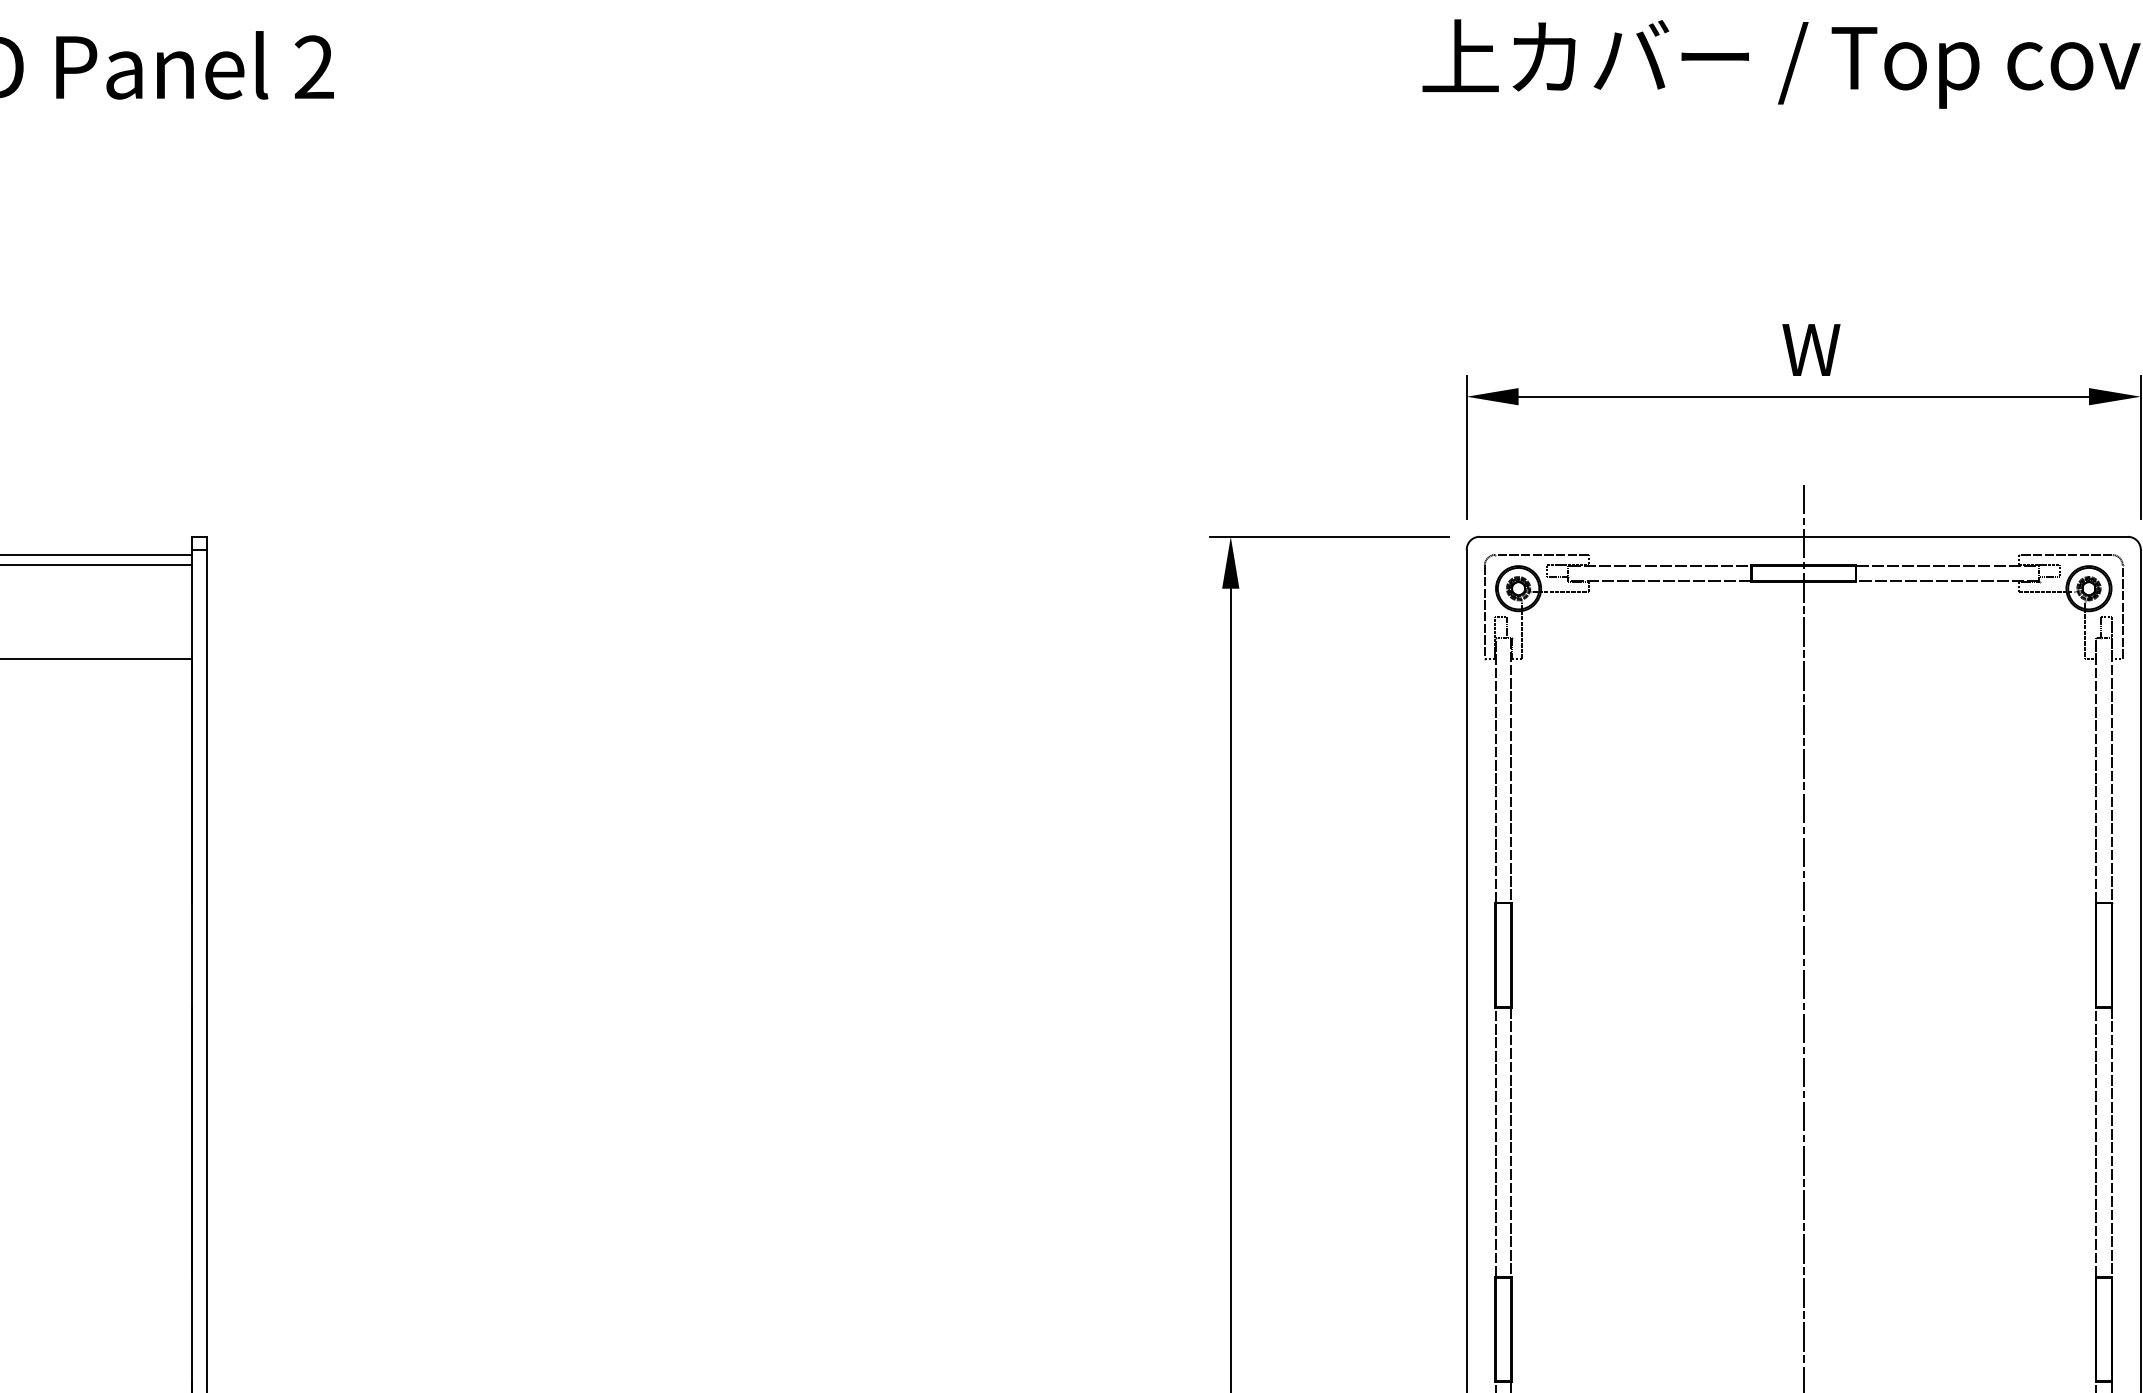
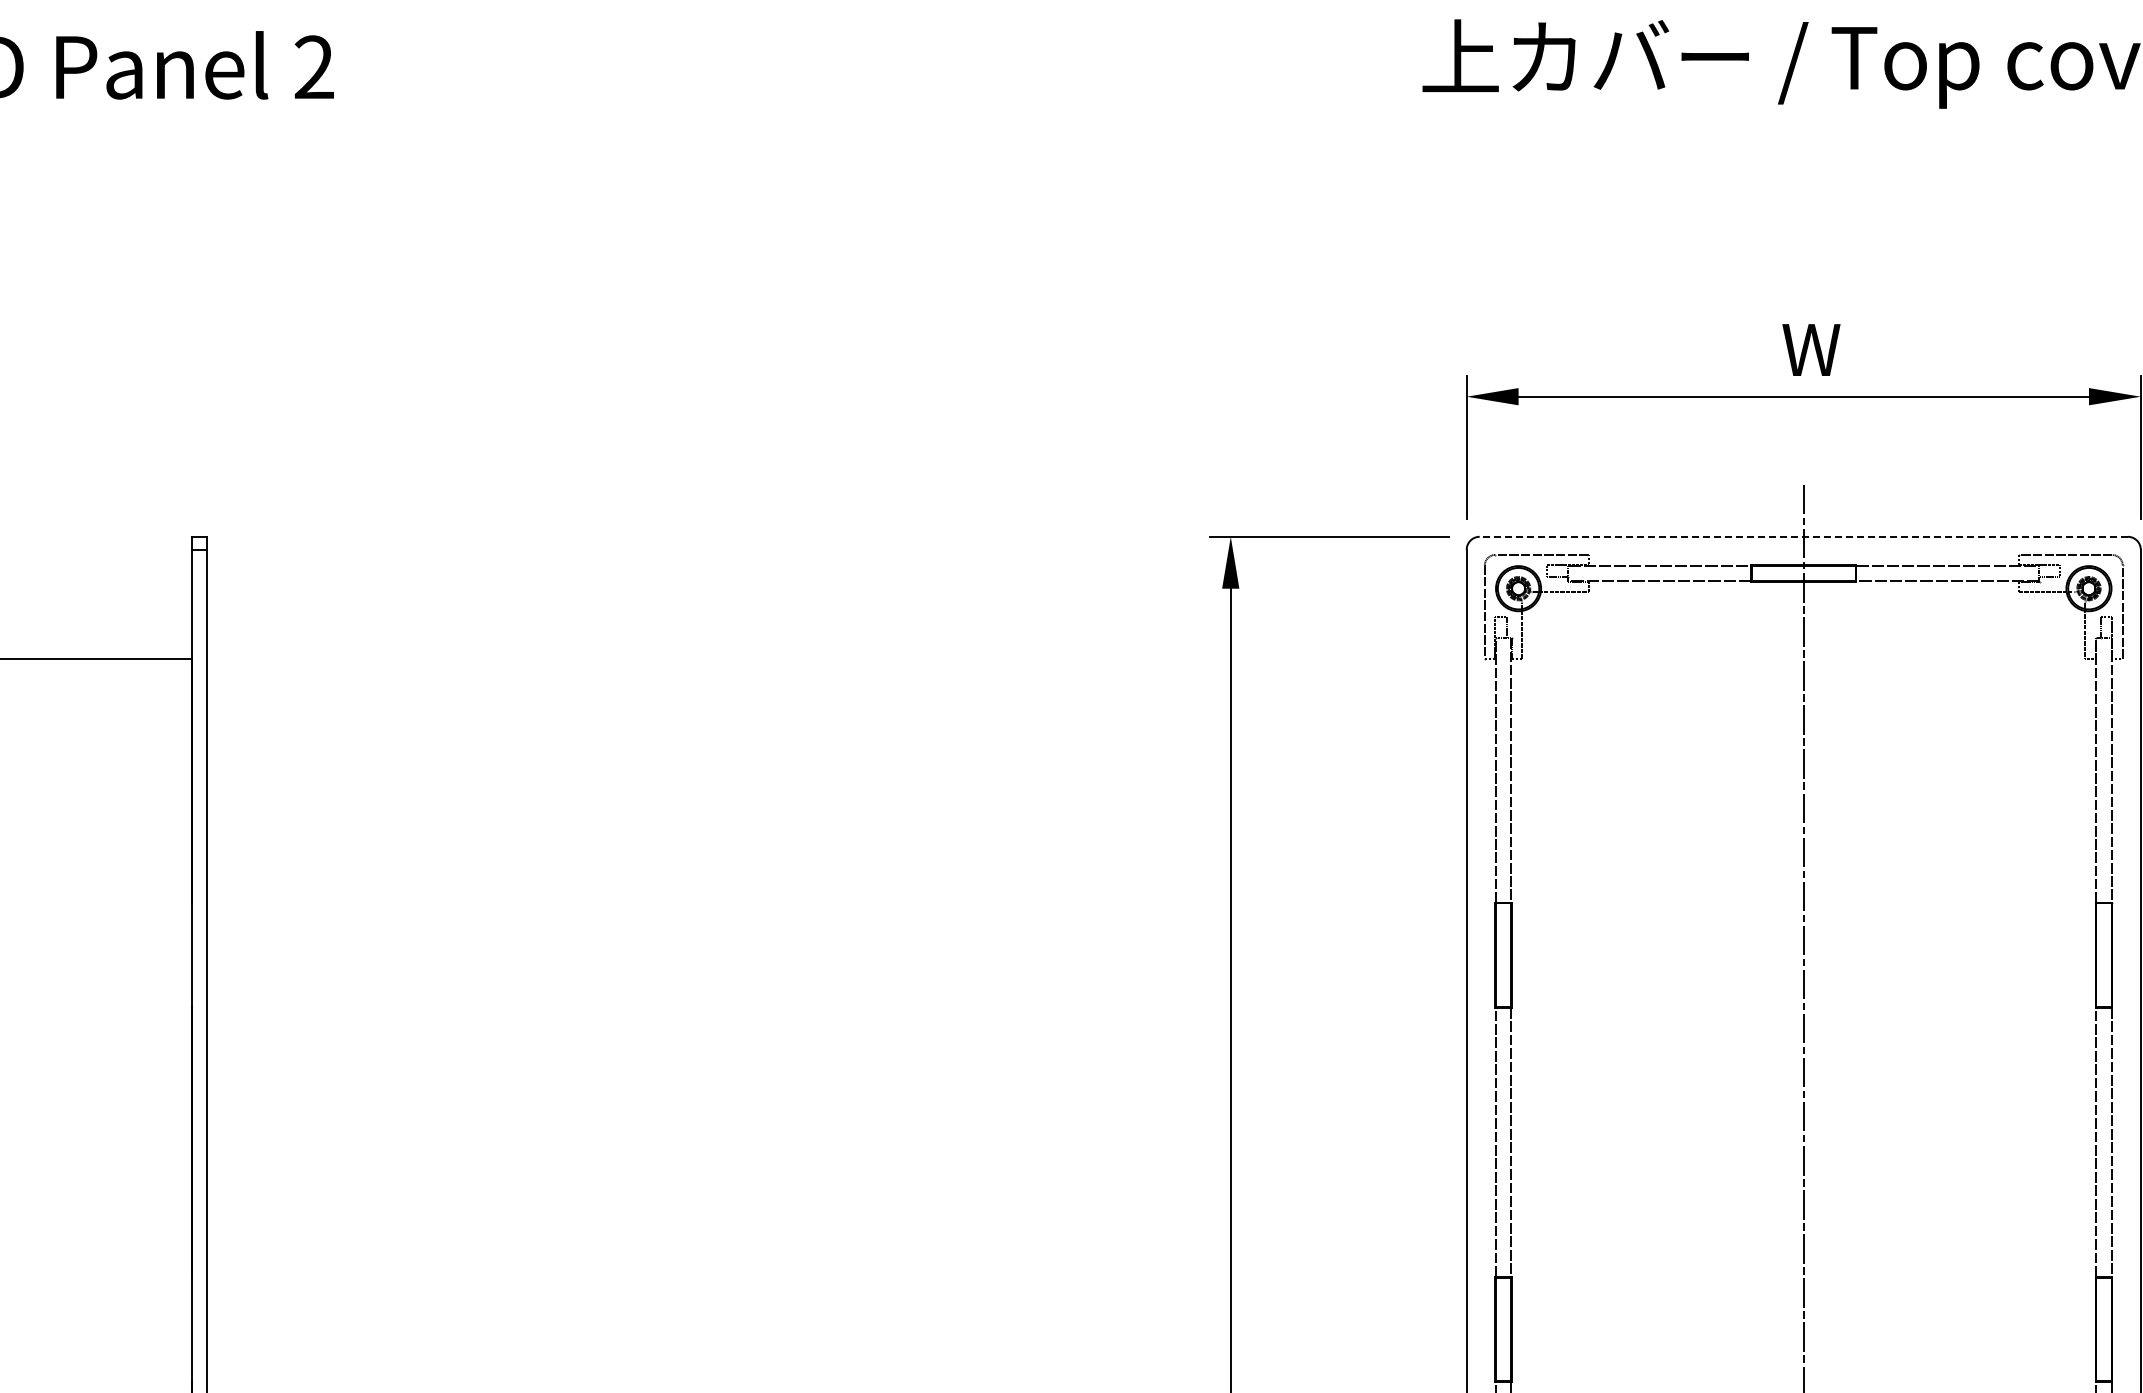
line at (1803, 536): solid -> dashed
line at (96, 554): present -> none
line at (96, 565): present -> none
